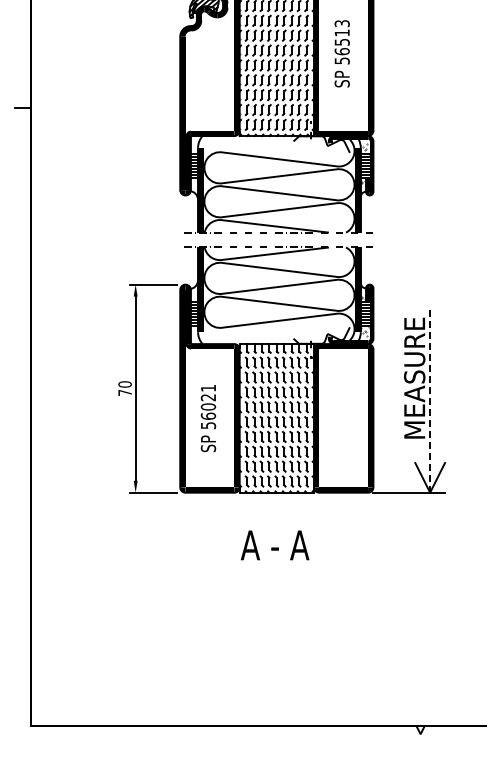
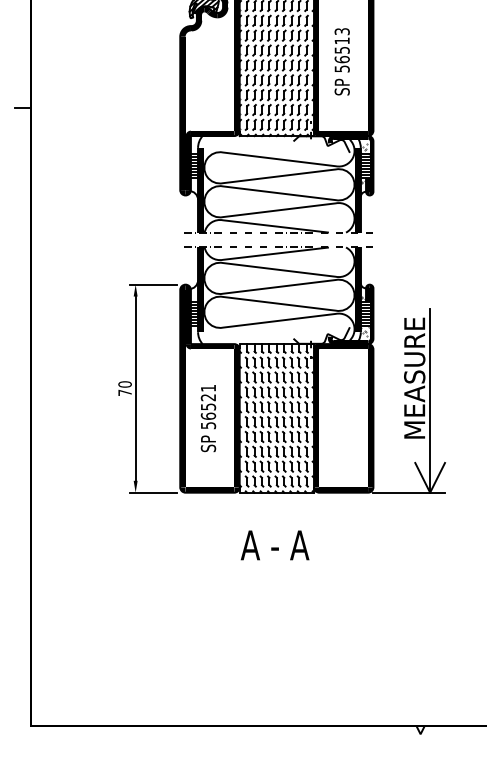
text at (341, 53) position: (341, 53) -> (341, 61)
line at (430, 400): dashed -> solid
text at (208, 406): 56021 -> 56521
